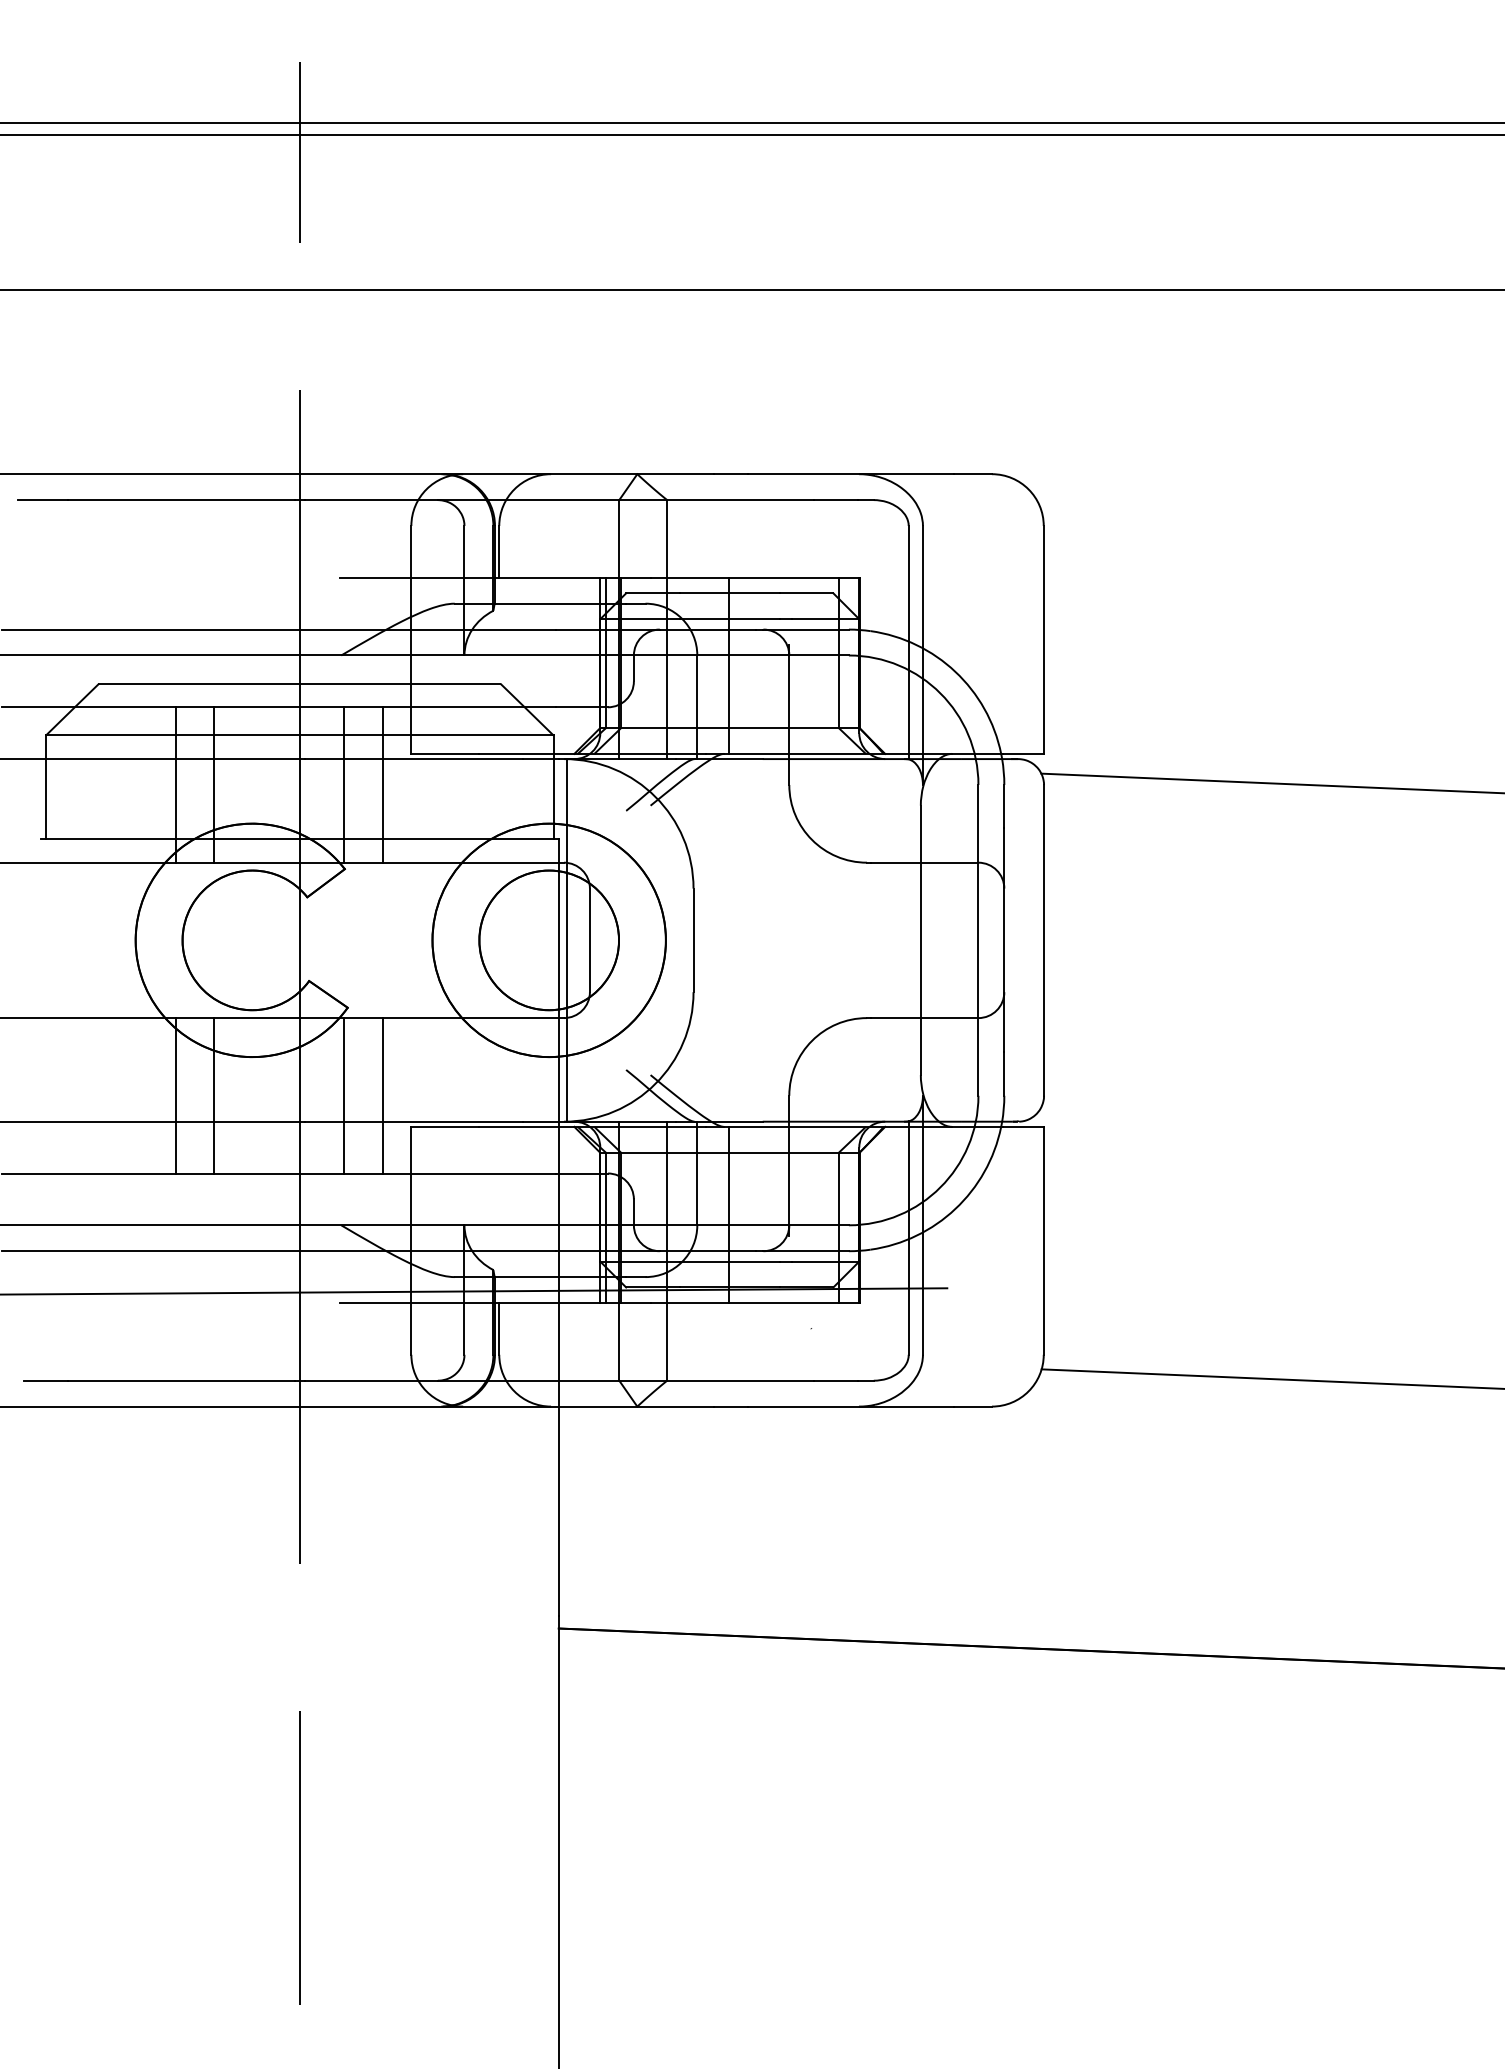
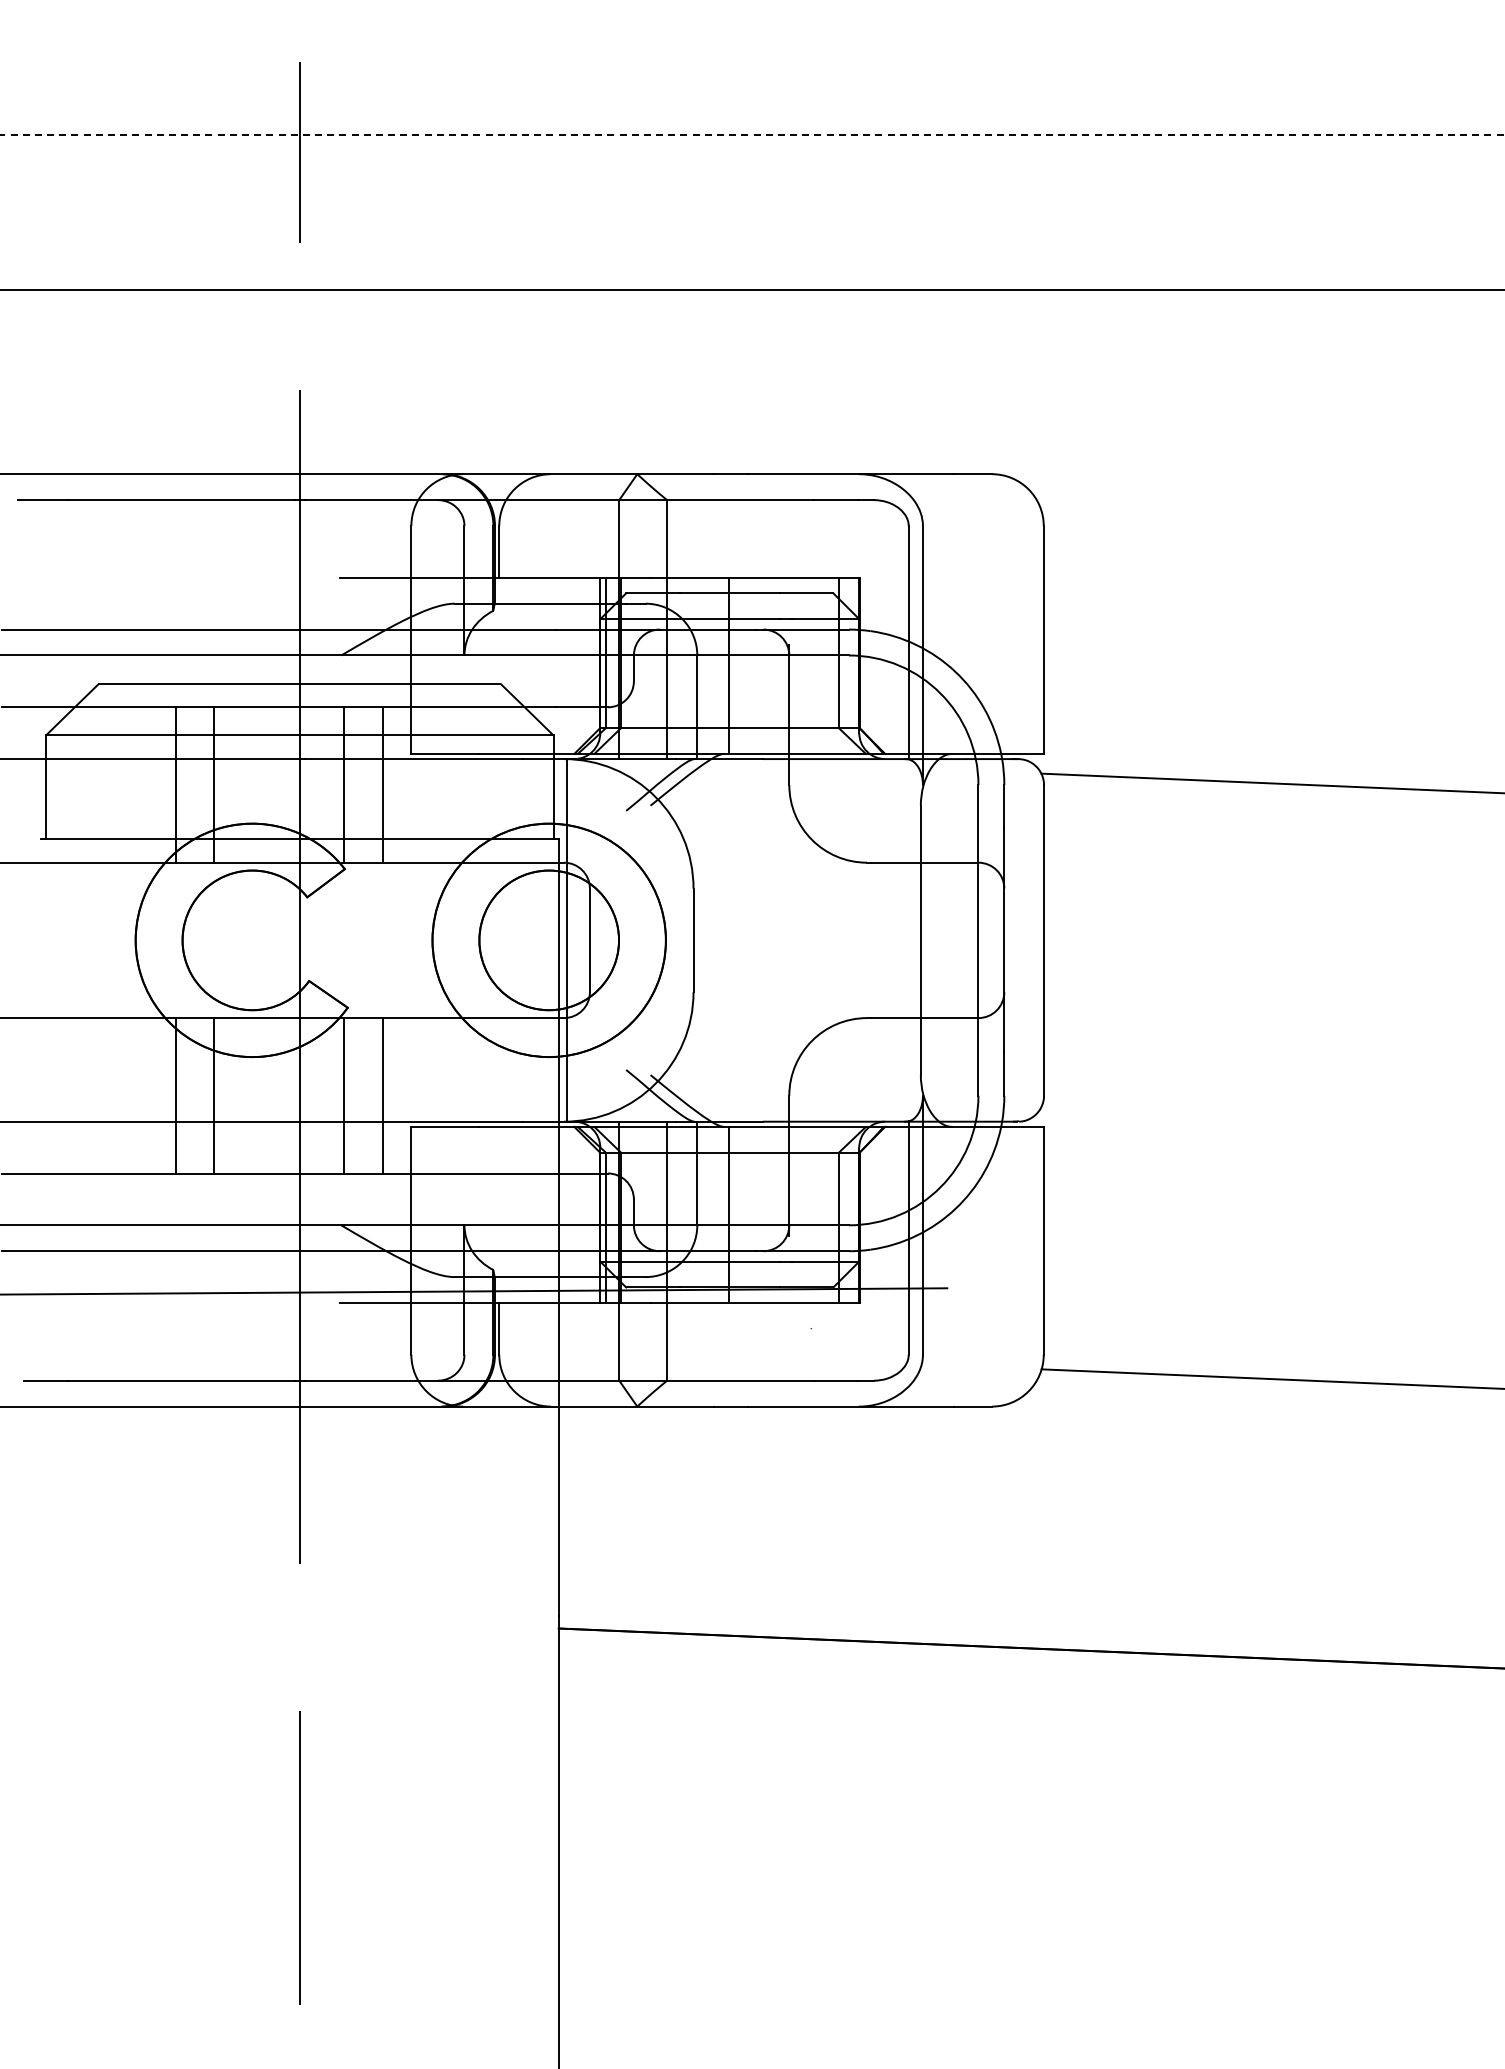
line at (751, 122): present -> none
line at (752, 135): solid -> dashed
